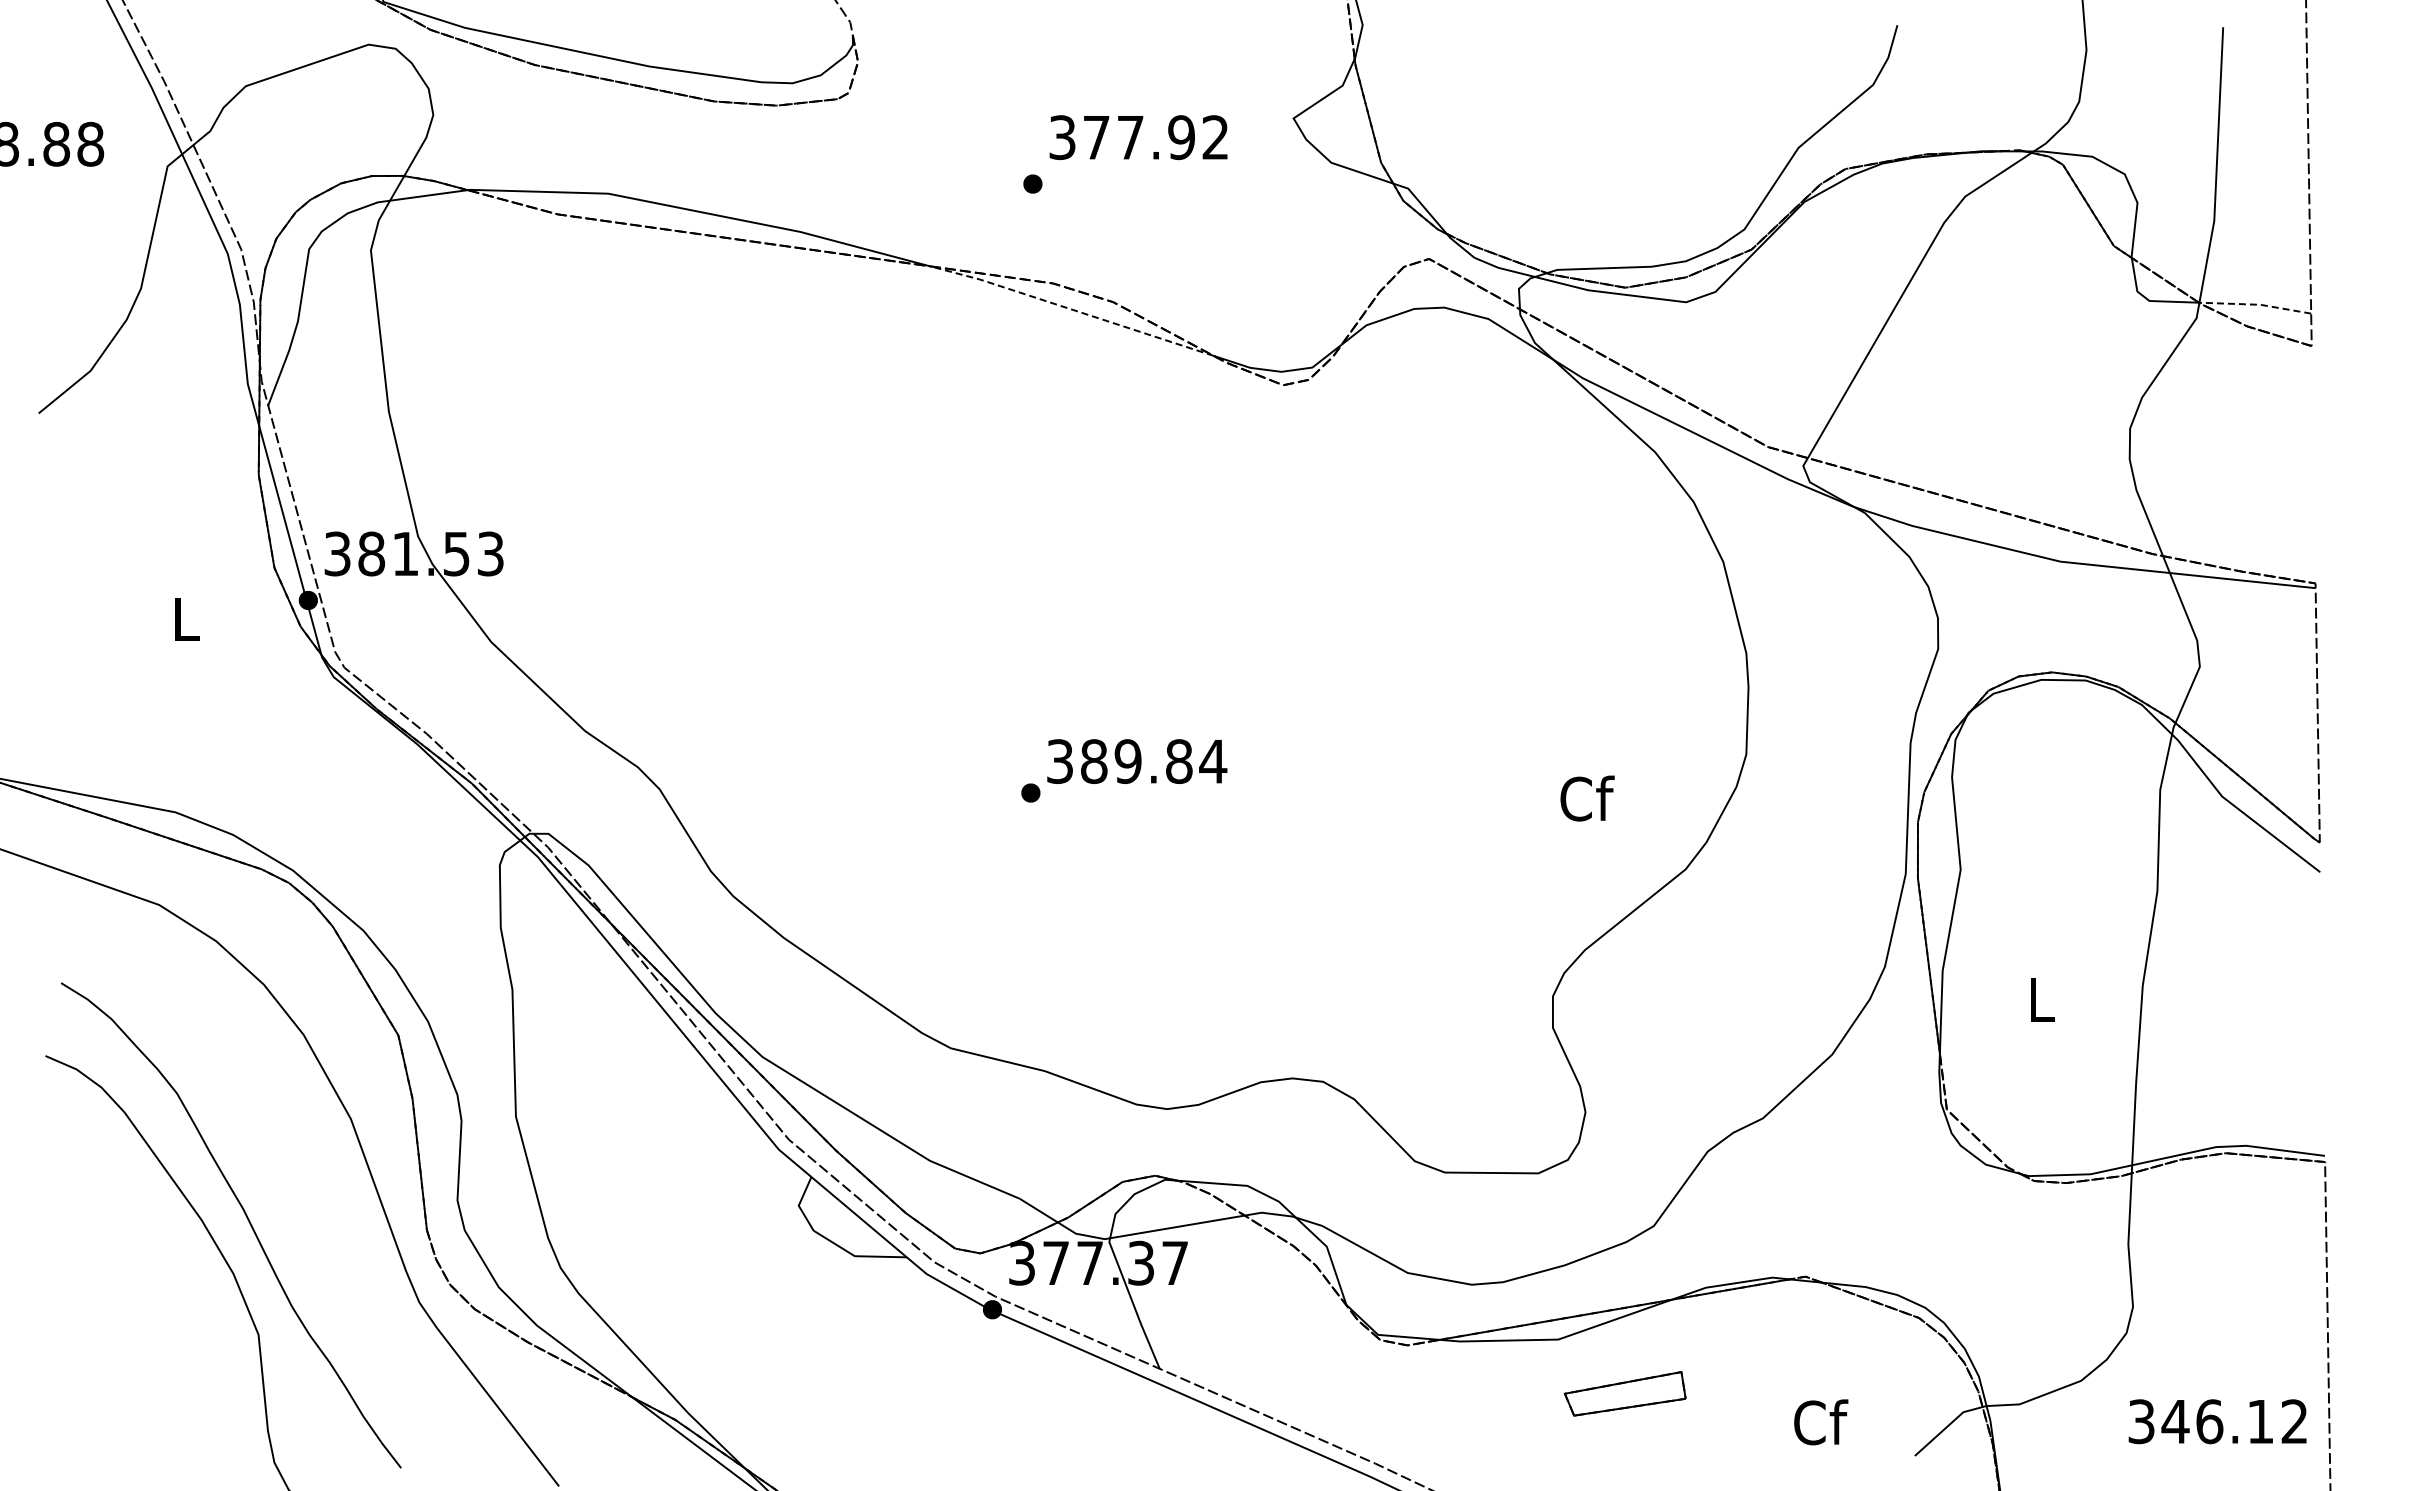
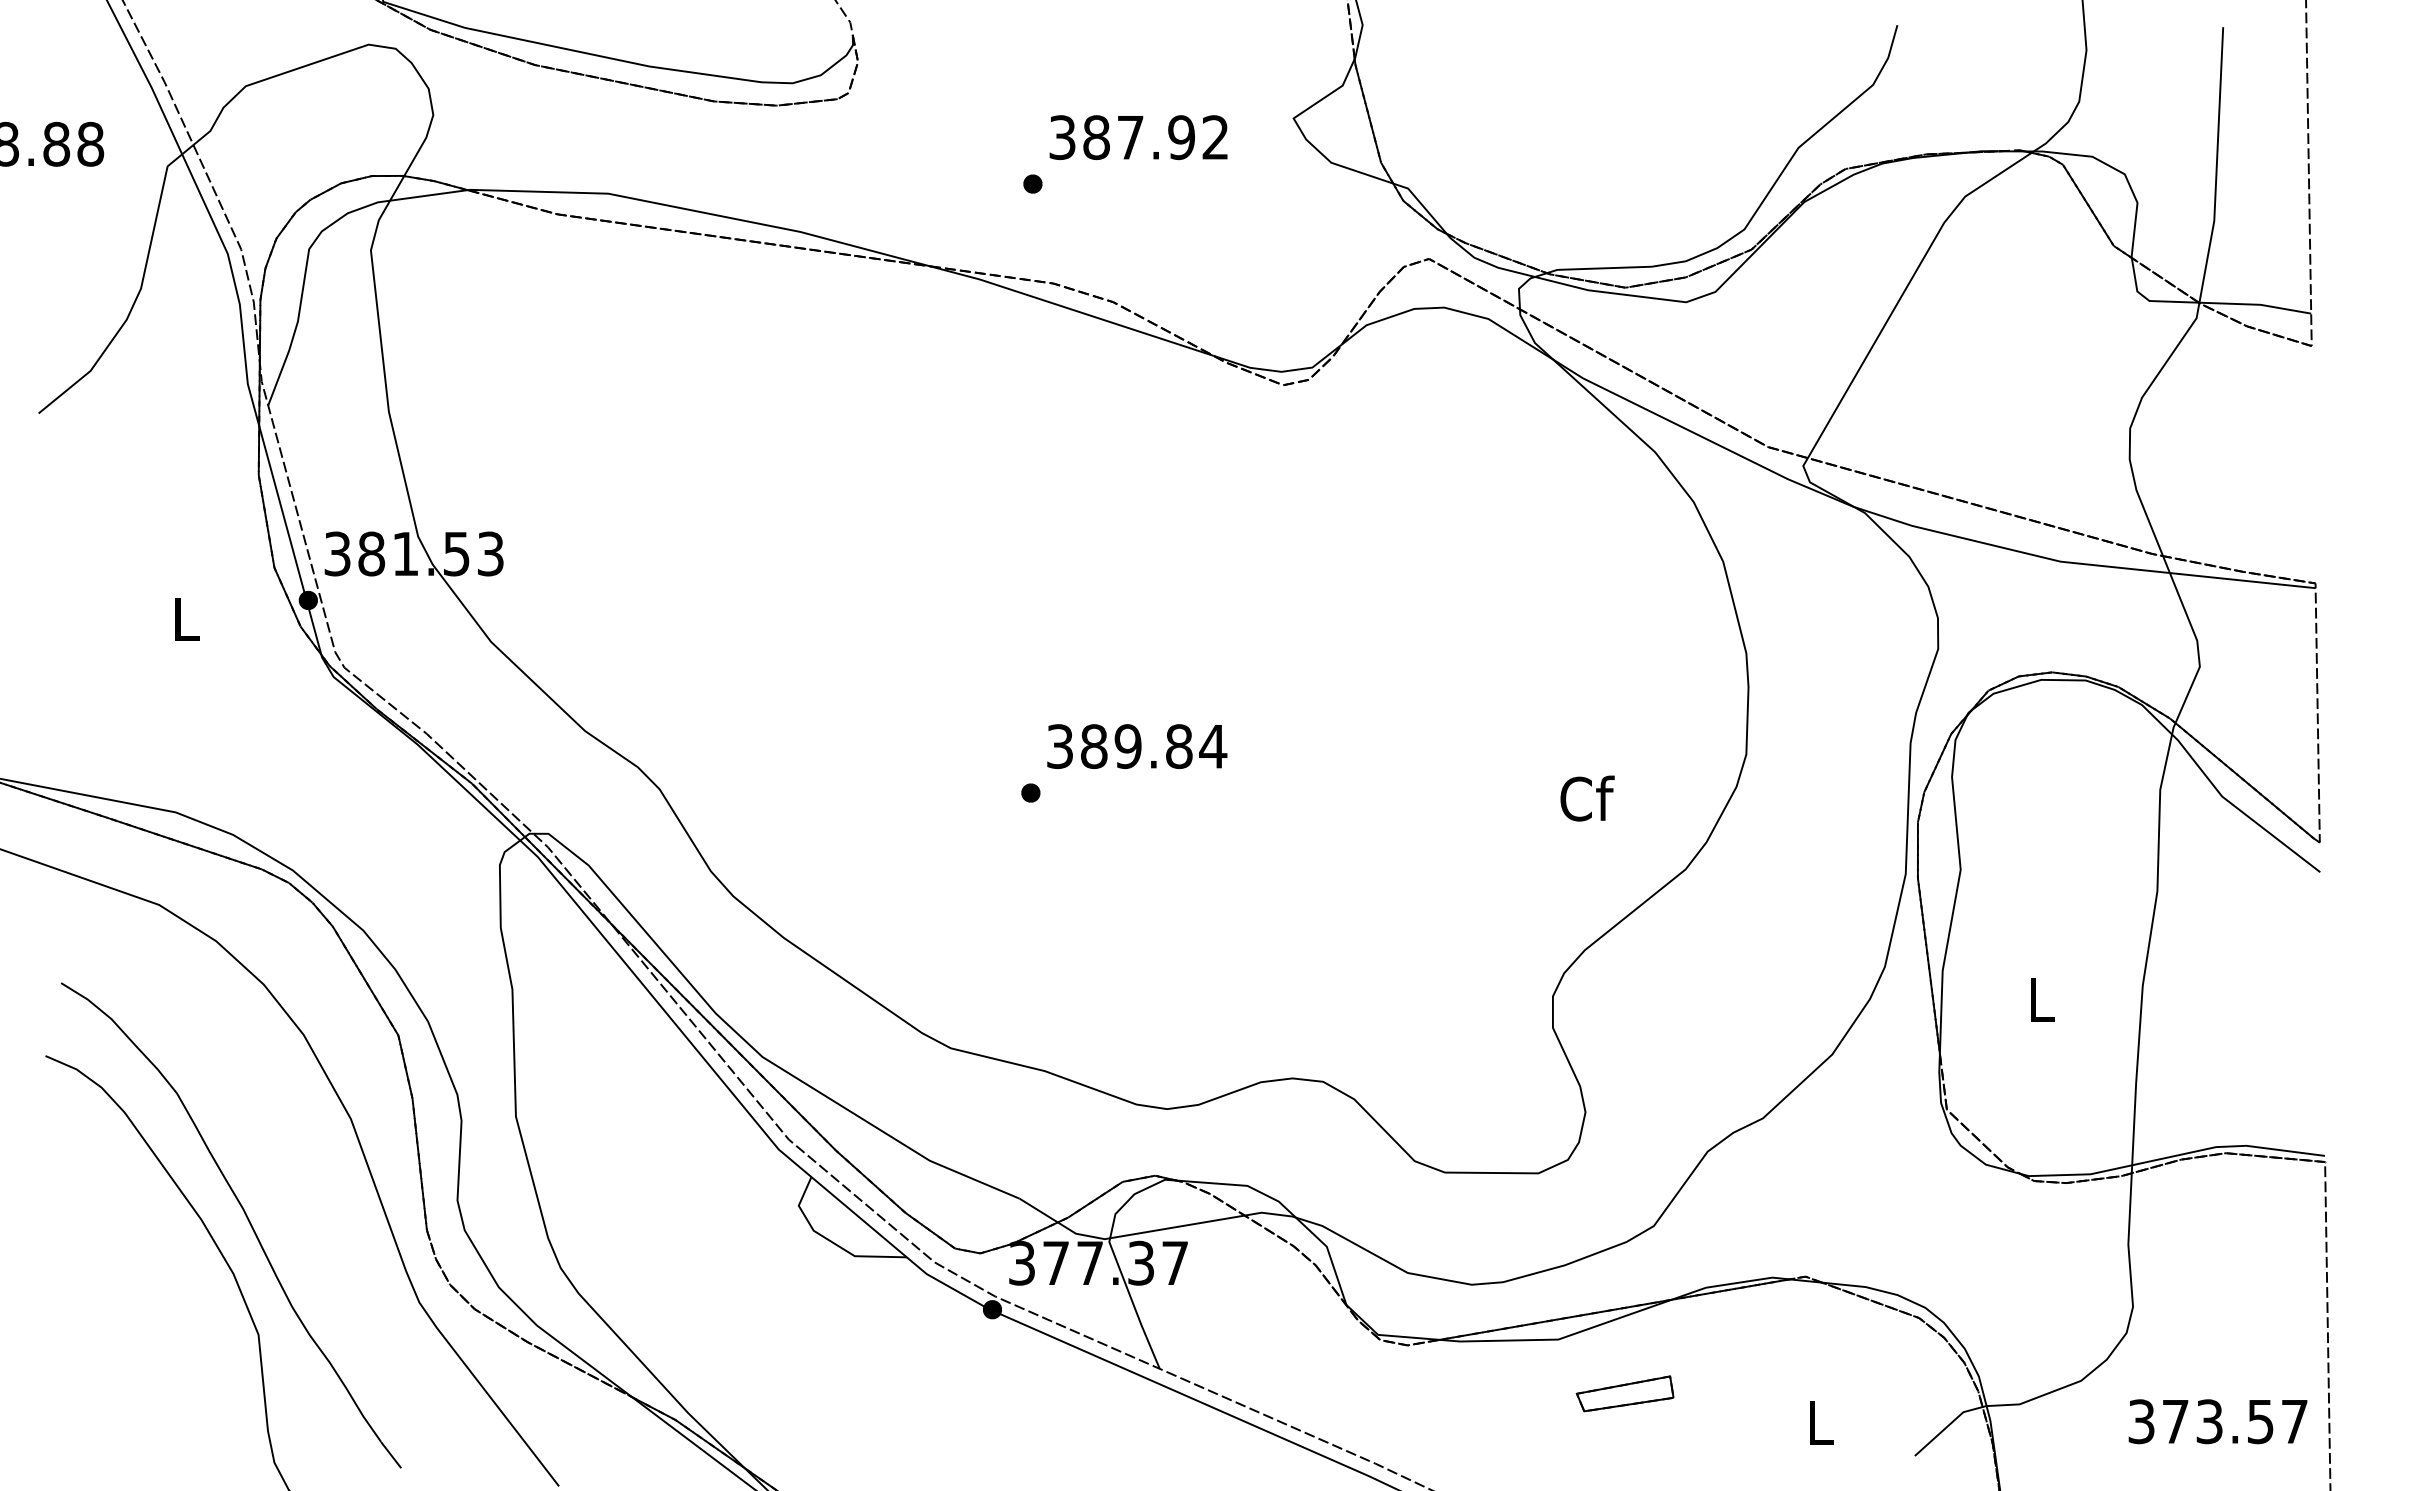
text at (1096, 137): 377.92 -> 387.92
line at (2255, 304): dashed -> solid
line at (1071, 309): dashed -> solid
text at (1137, 761) position: (1137, 761) -> (1137, 746)
part at (1624, 1393) size: 124x46 px -> 100x38 px
text at (2234, 1421): 346.12 -> 373.57
text at (1821, 1422): Cf -> L
